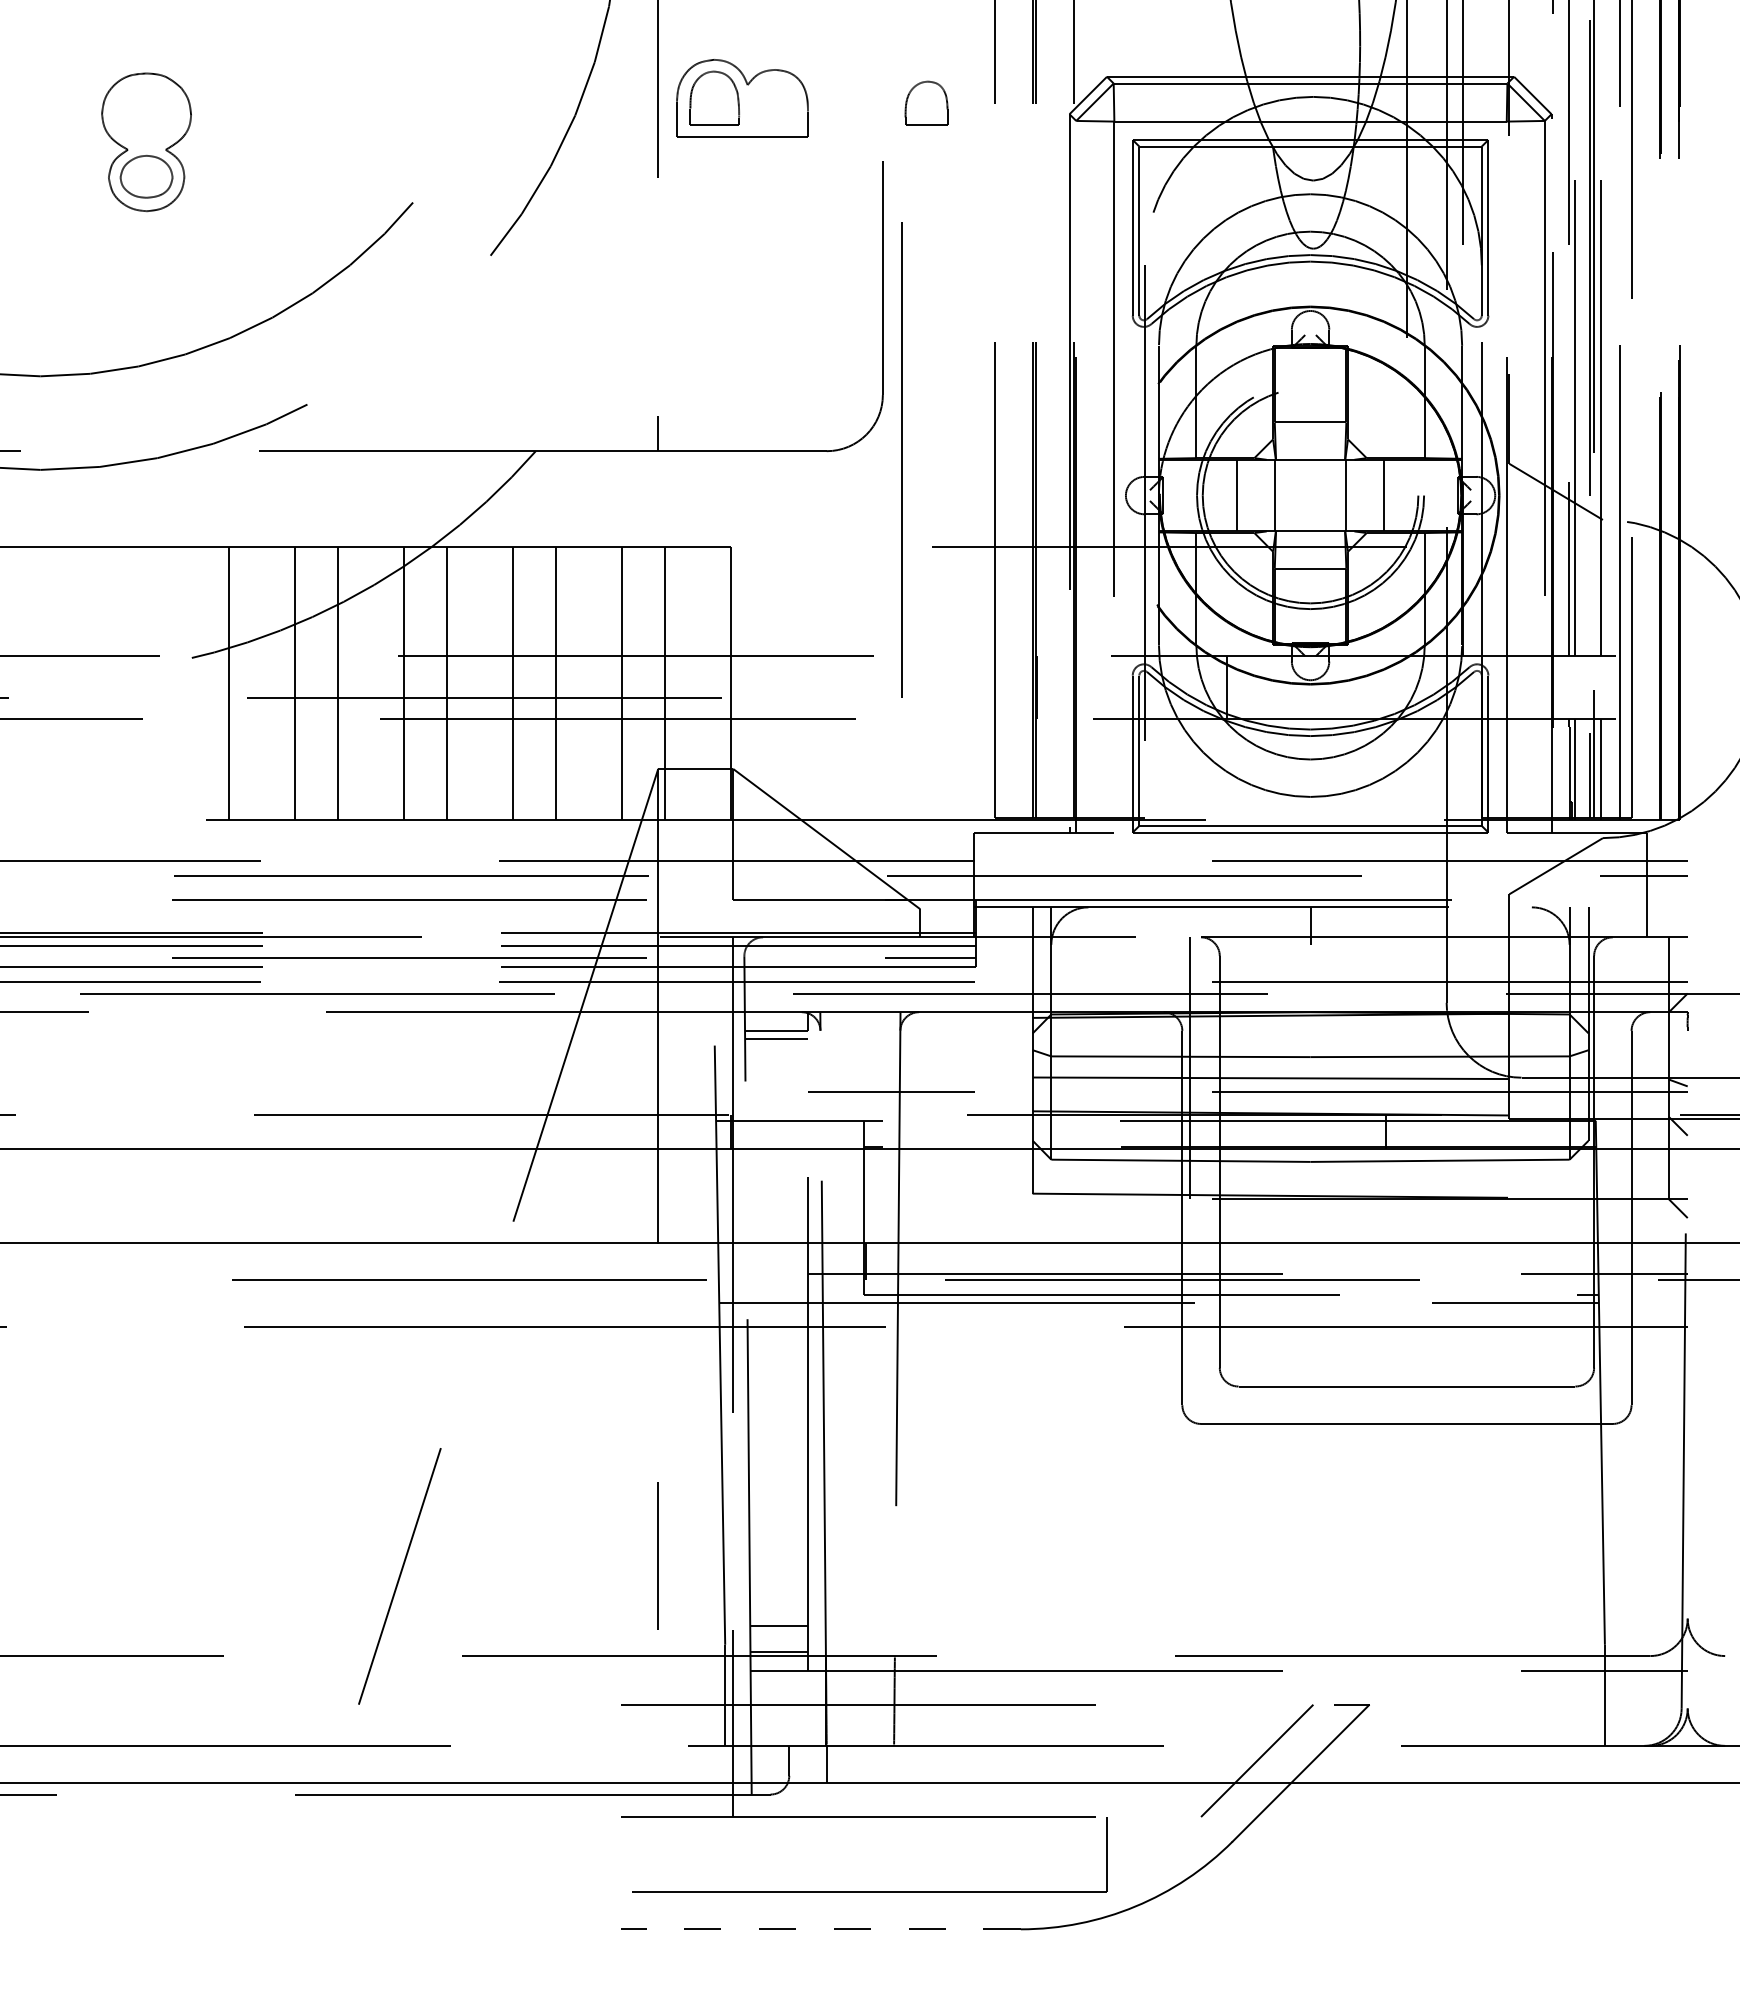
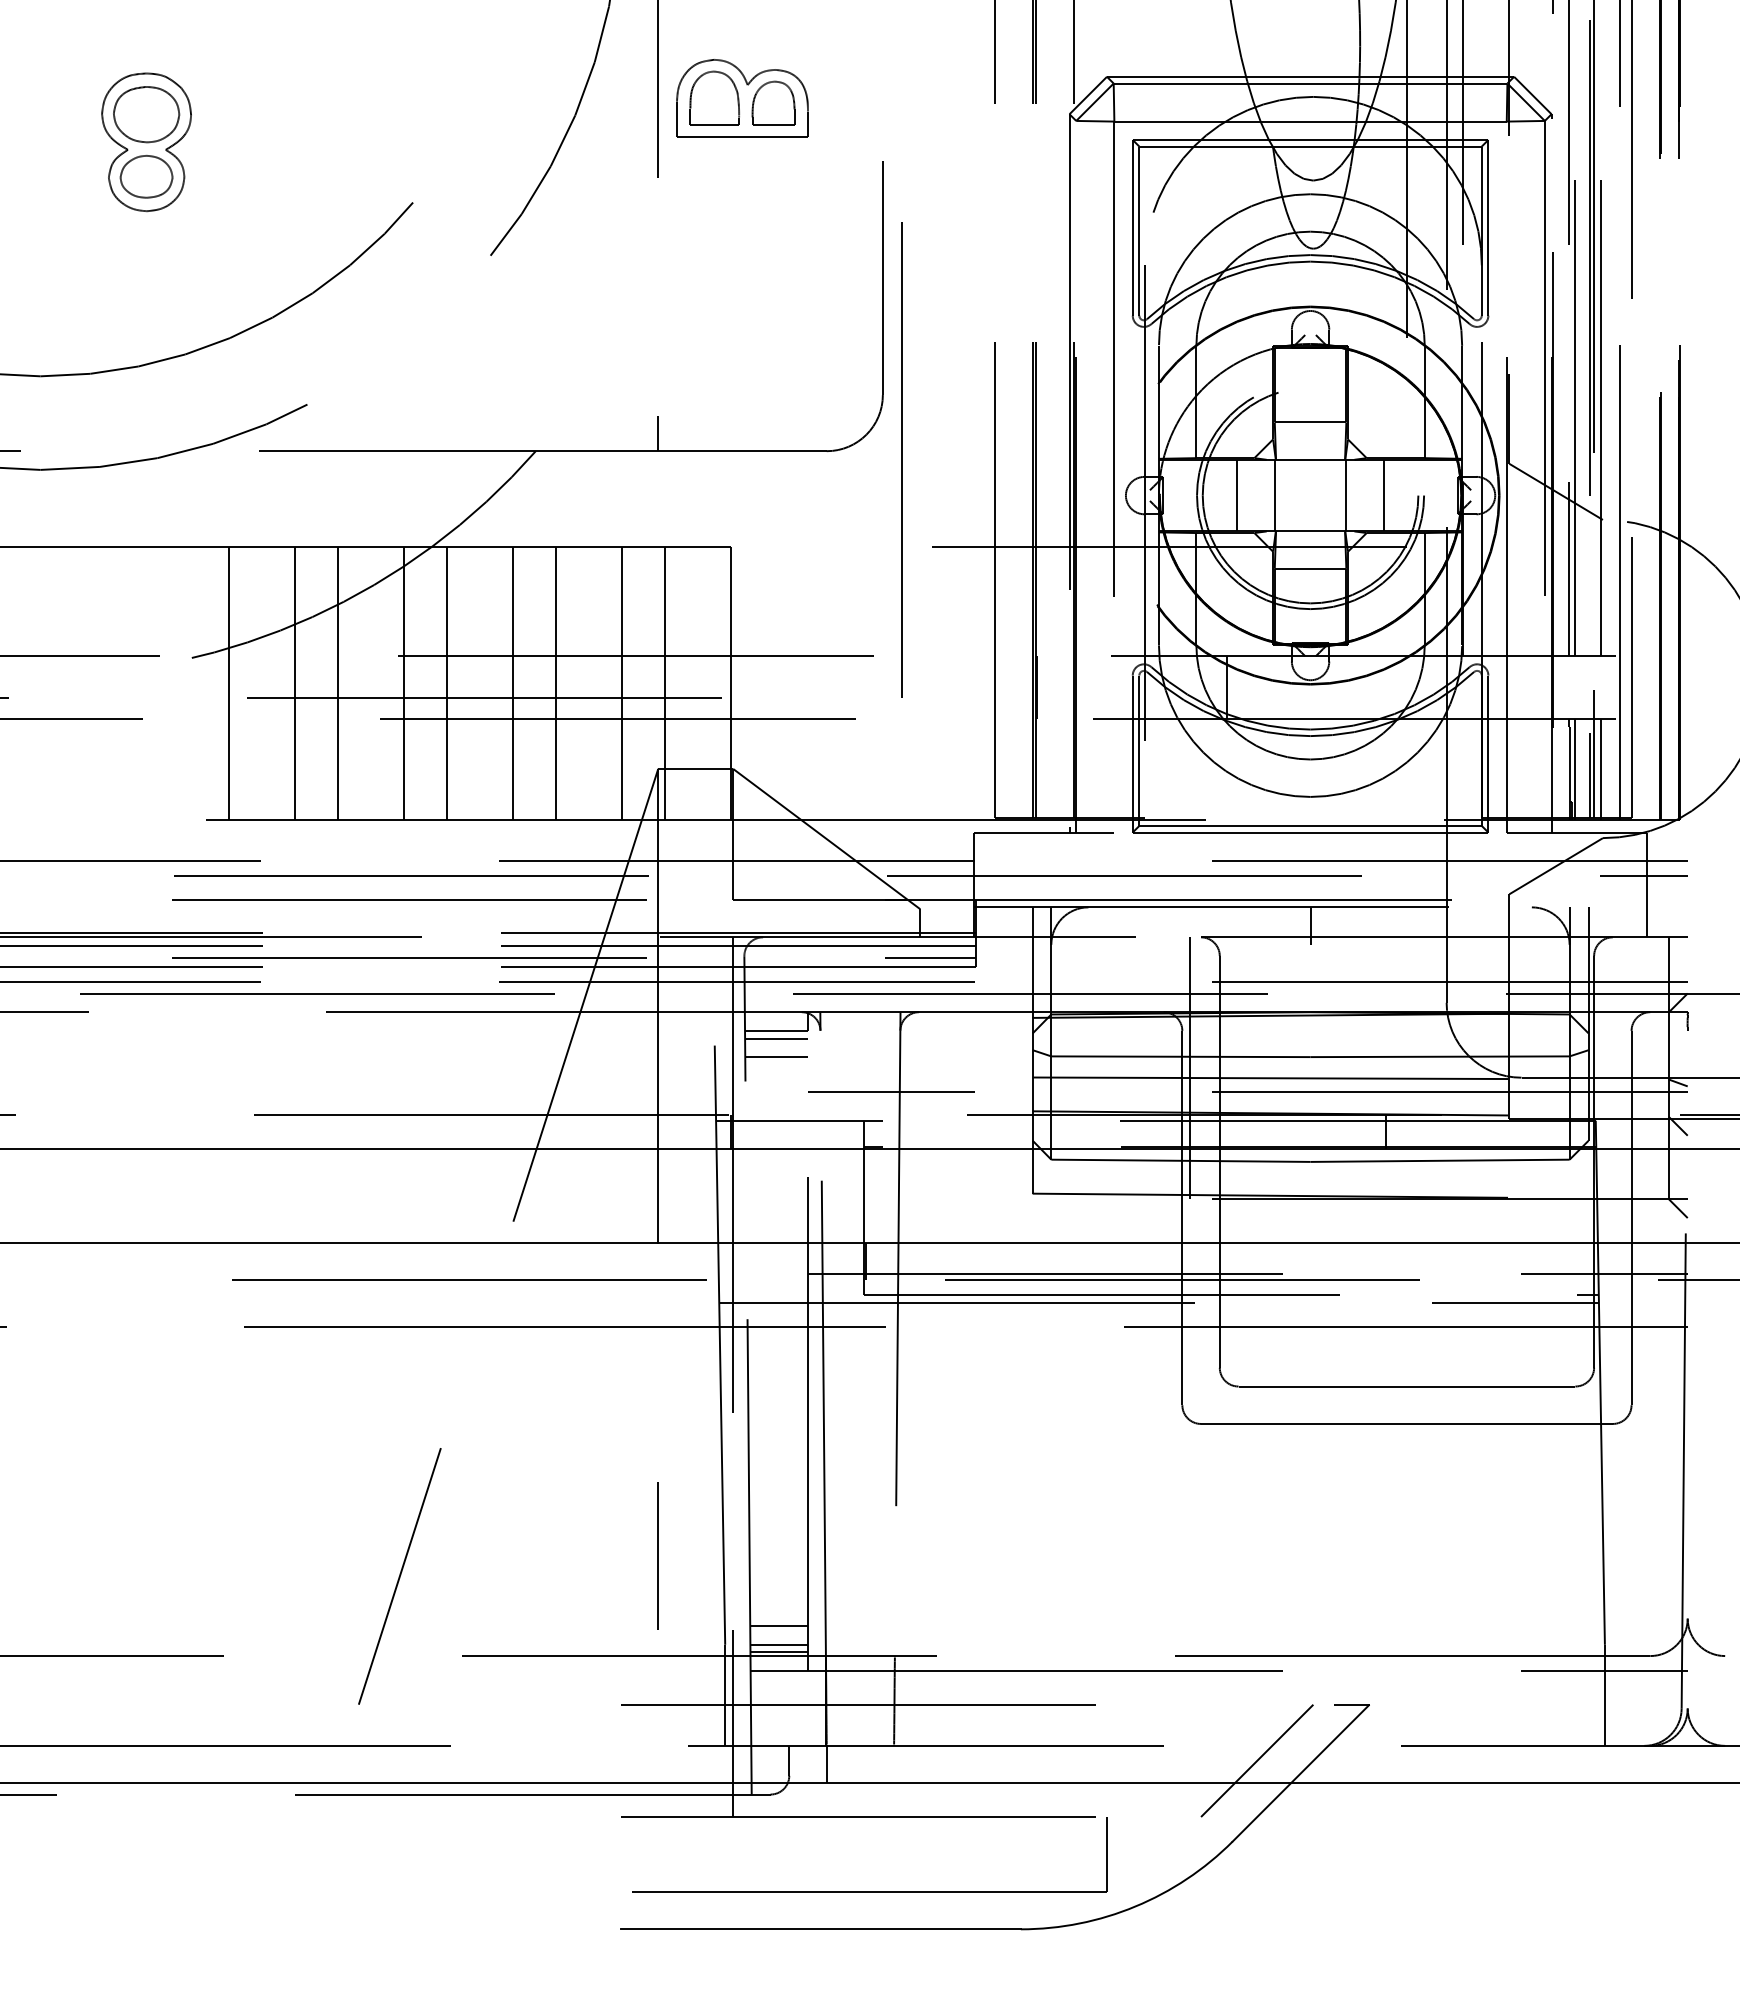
part at (926, 102) position: (926, 102) -> (773, 102)
part at (146, 114): none -> present
line at (776, 1057): none -> present
line at (779, 1644): none -> present
line at (820, 1929): dashed -> solid
